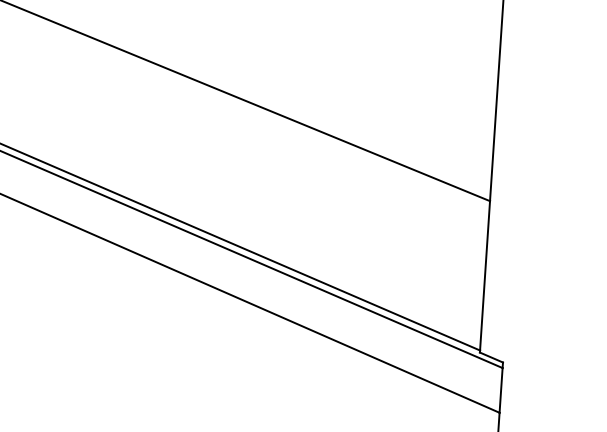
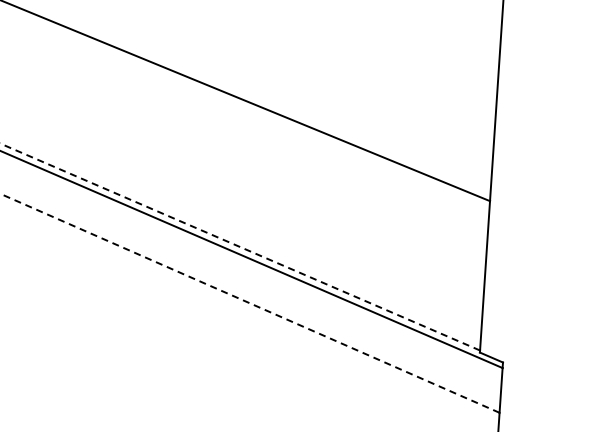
line at (239, 246): solid -> dashed
line at (249, 303): solid -> dashed
